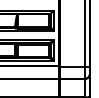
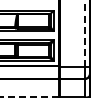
line at (84, 33): solid -> dashed
line at (29, 97): solid -> dashed
